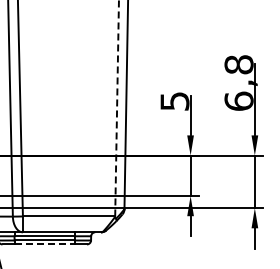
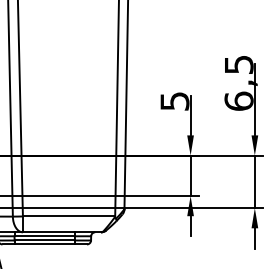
text at (238, 64): 6,8 -> 6,5
line at (117, 108): dashed -> solid
line at (45, 244): dashed -> solid
